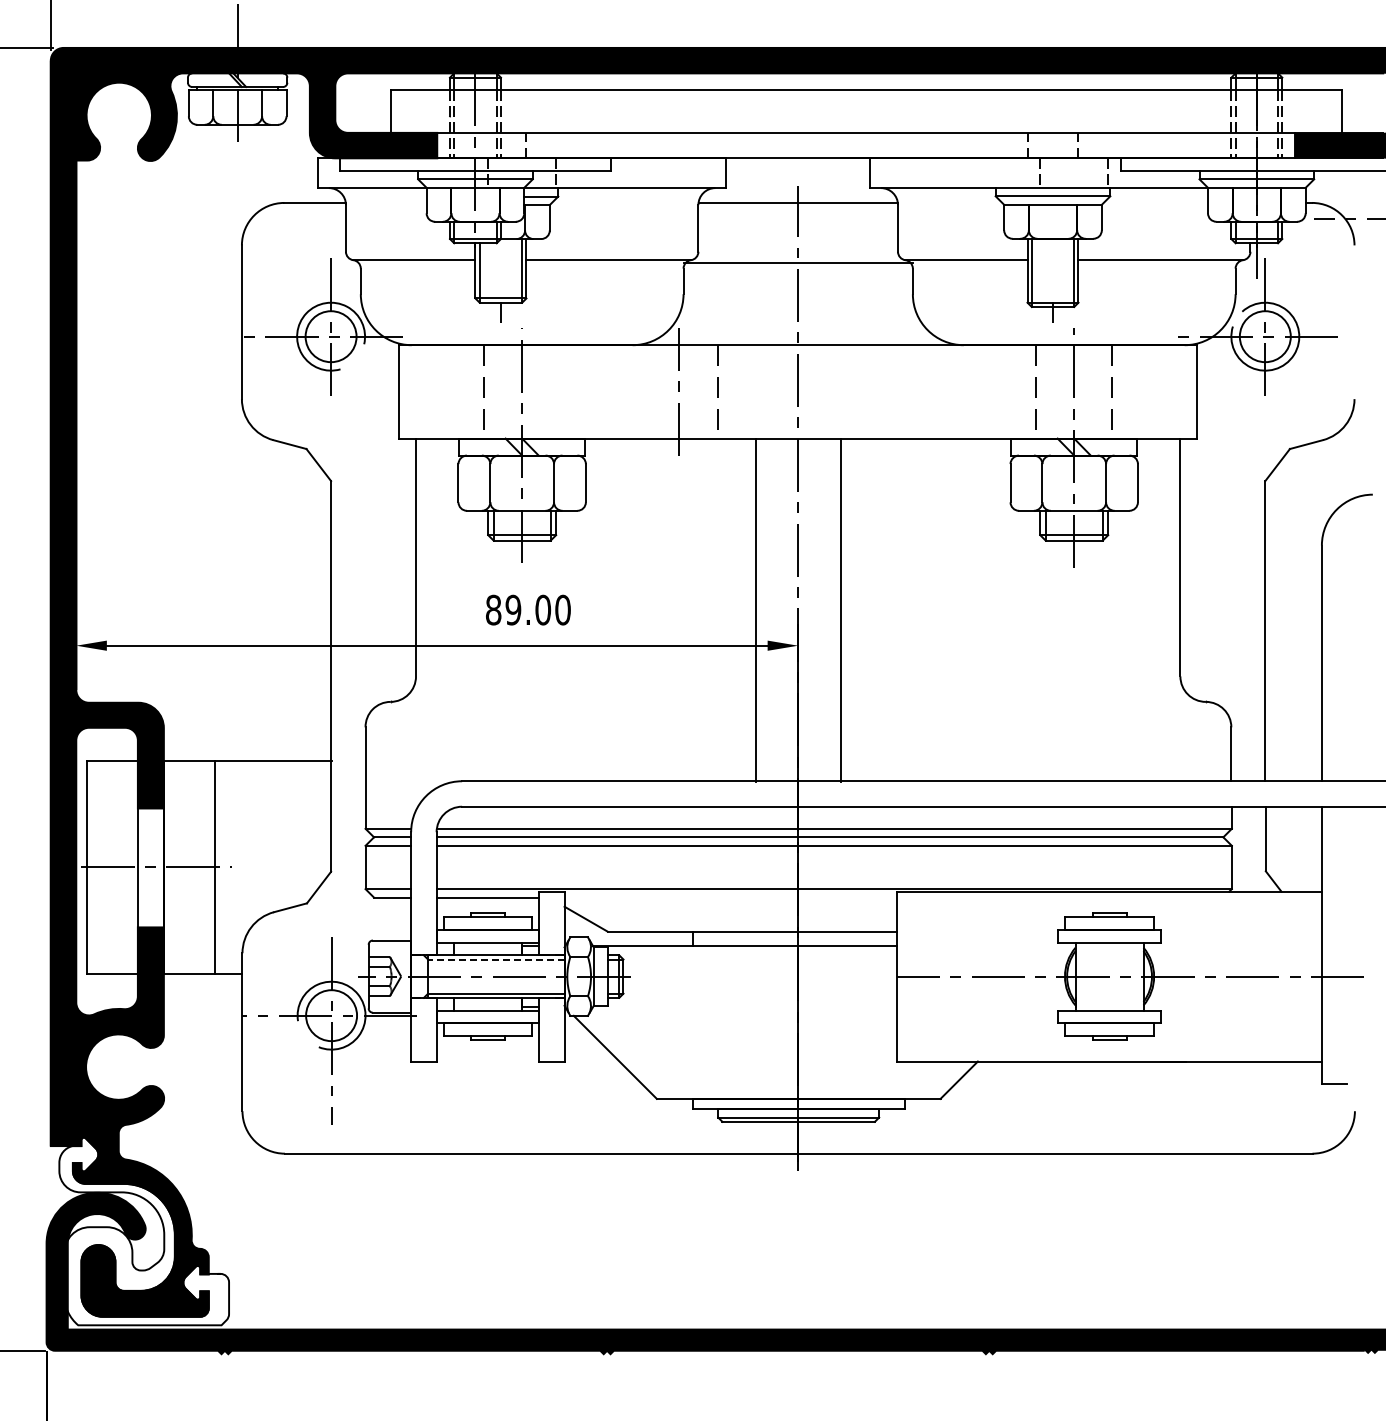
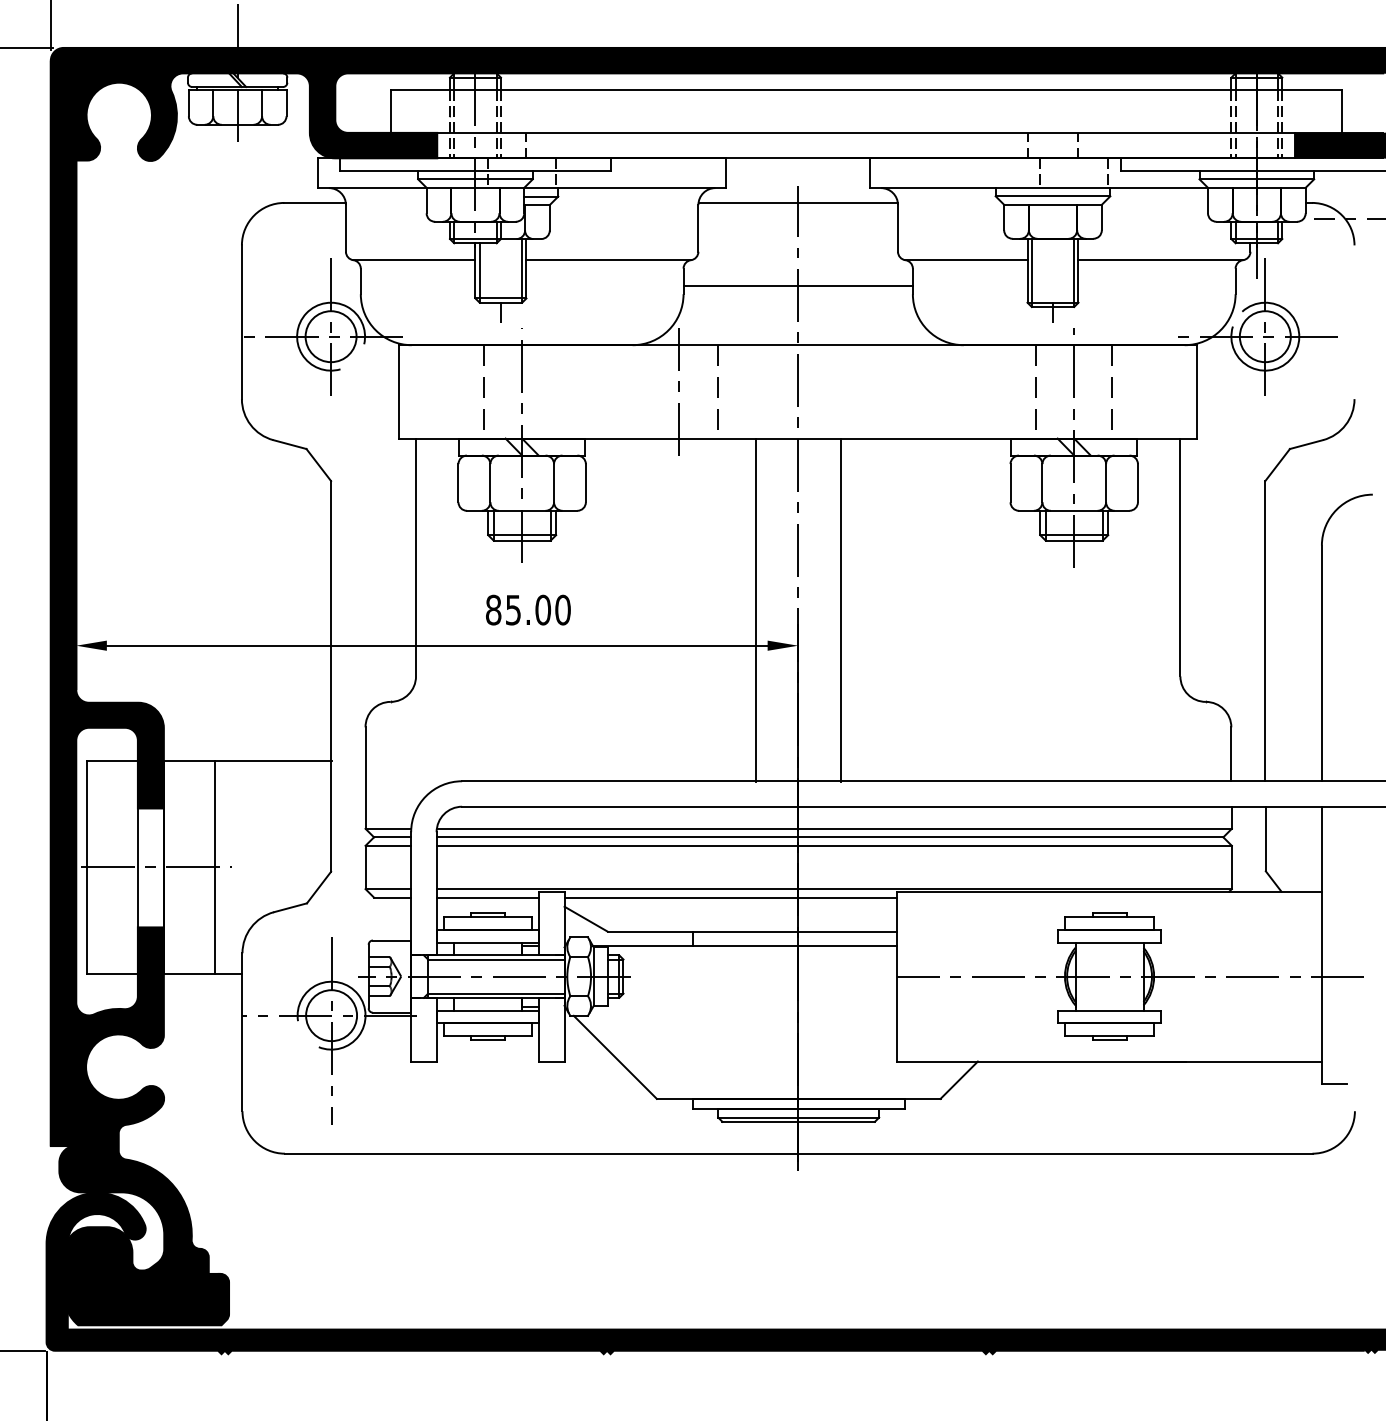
line at (797, 262) position: (797, 262) -> (797, 285)
text at (513, 609): 89.00 -> 85.00
line at (730, 897): none -> present
line at (495, 959): dashed -> solid
fill at (144, 1231): none -> present
